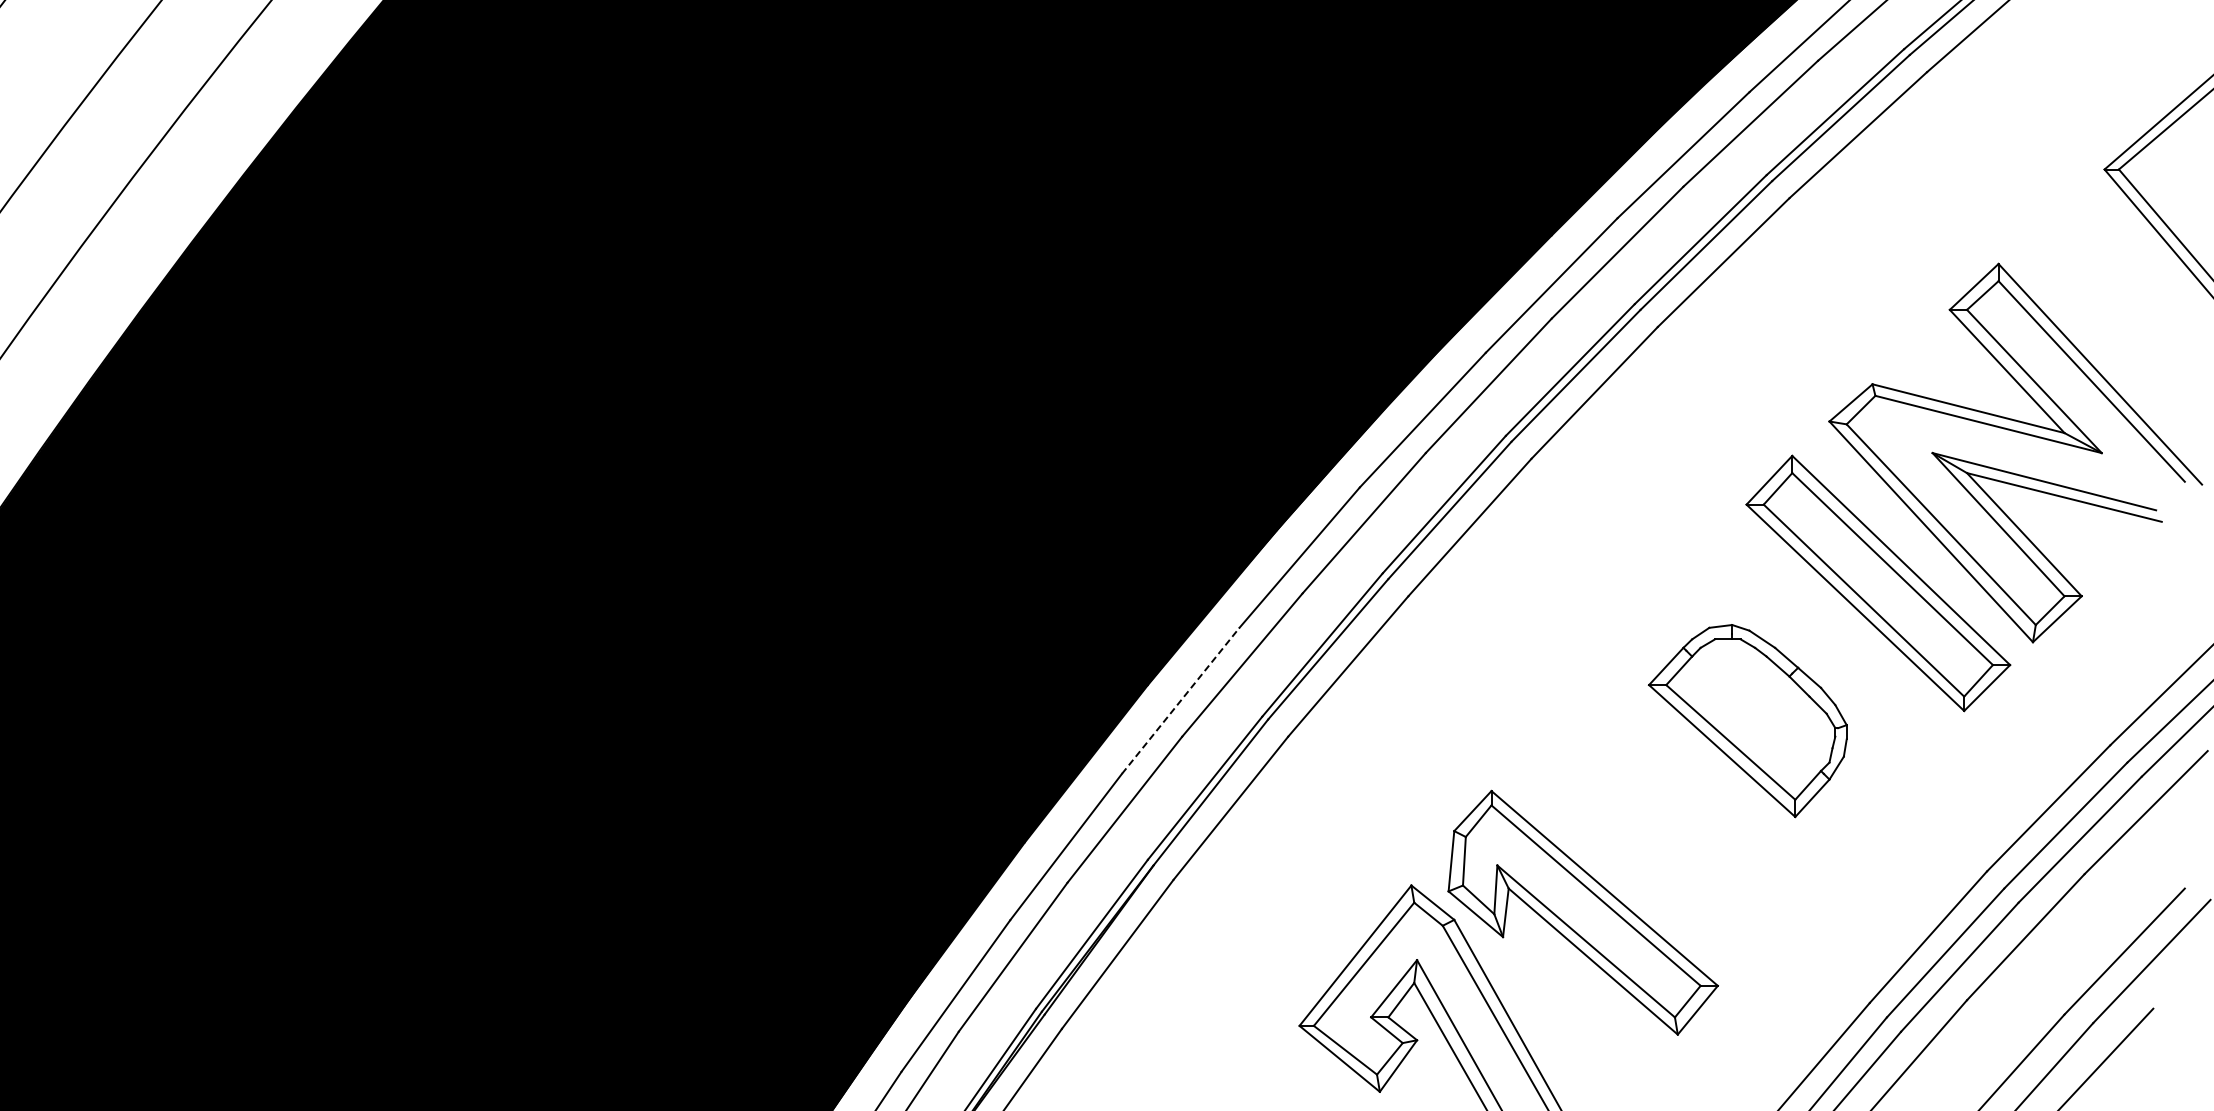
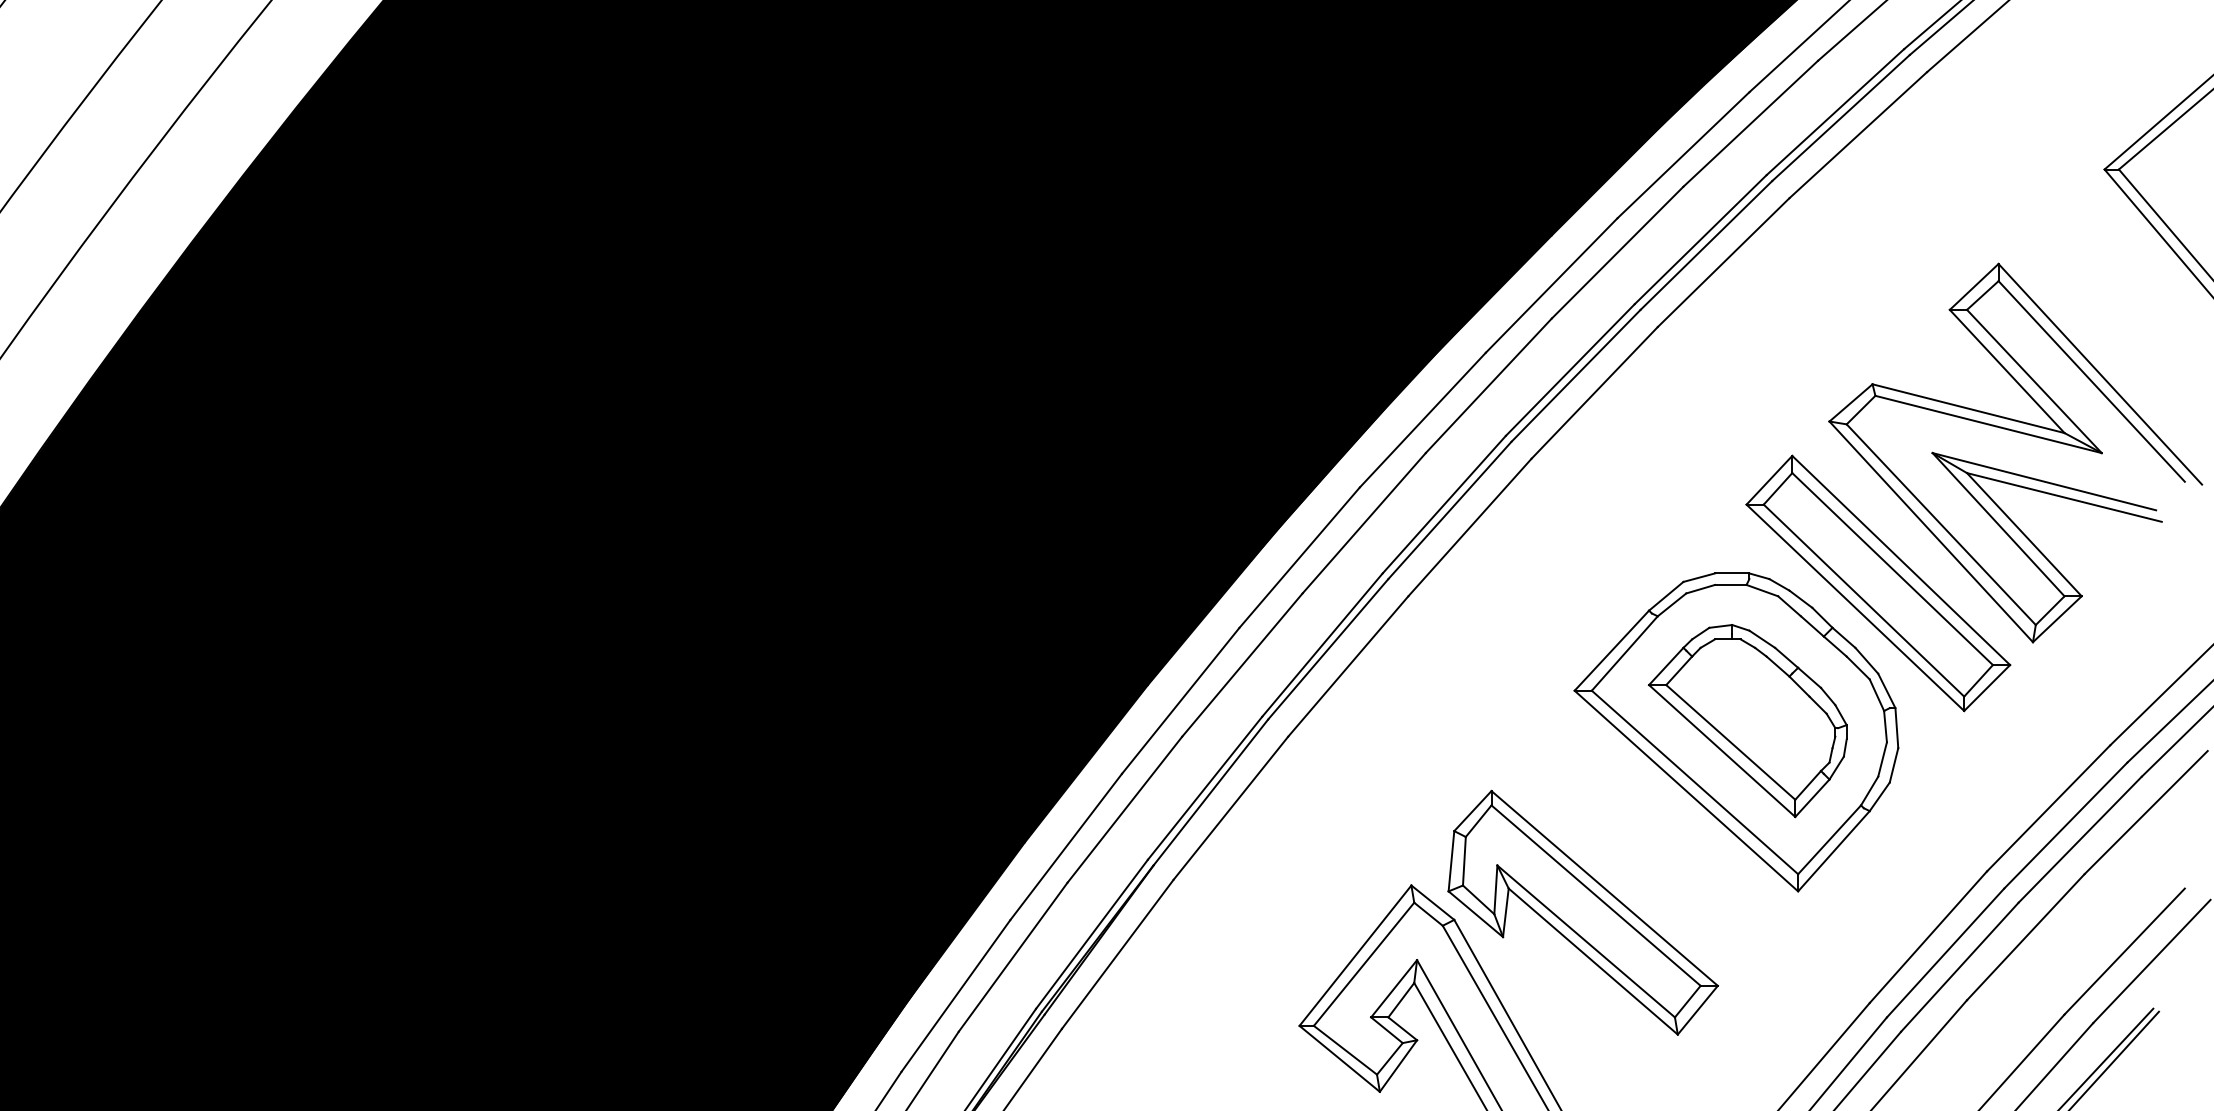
line at (1180, 700): dashed -> solid
part at (1736, 732): none -> present
line at (2115, 1059): none -> present
